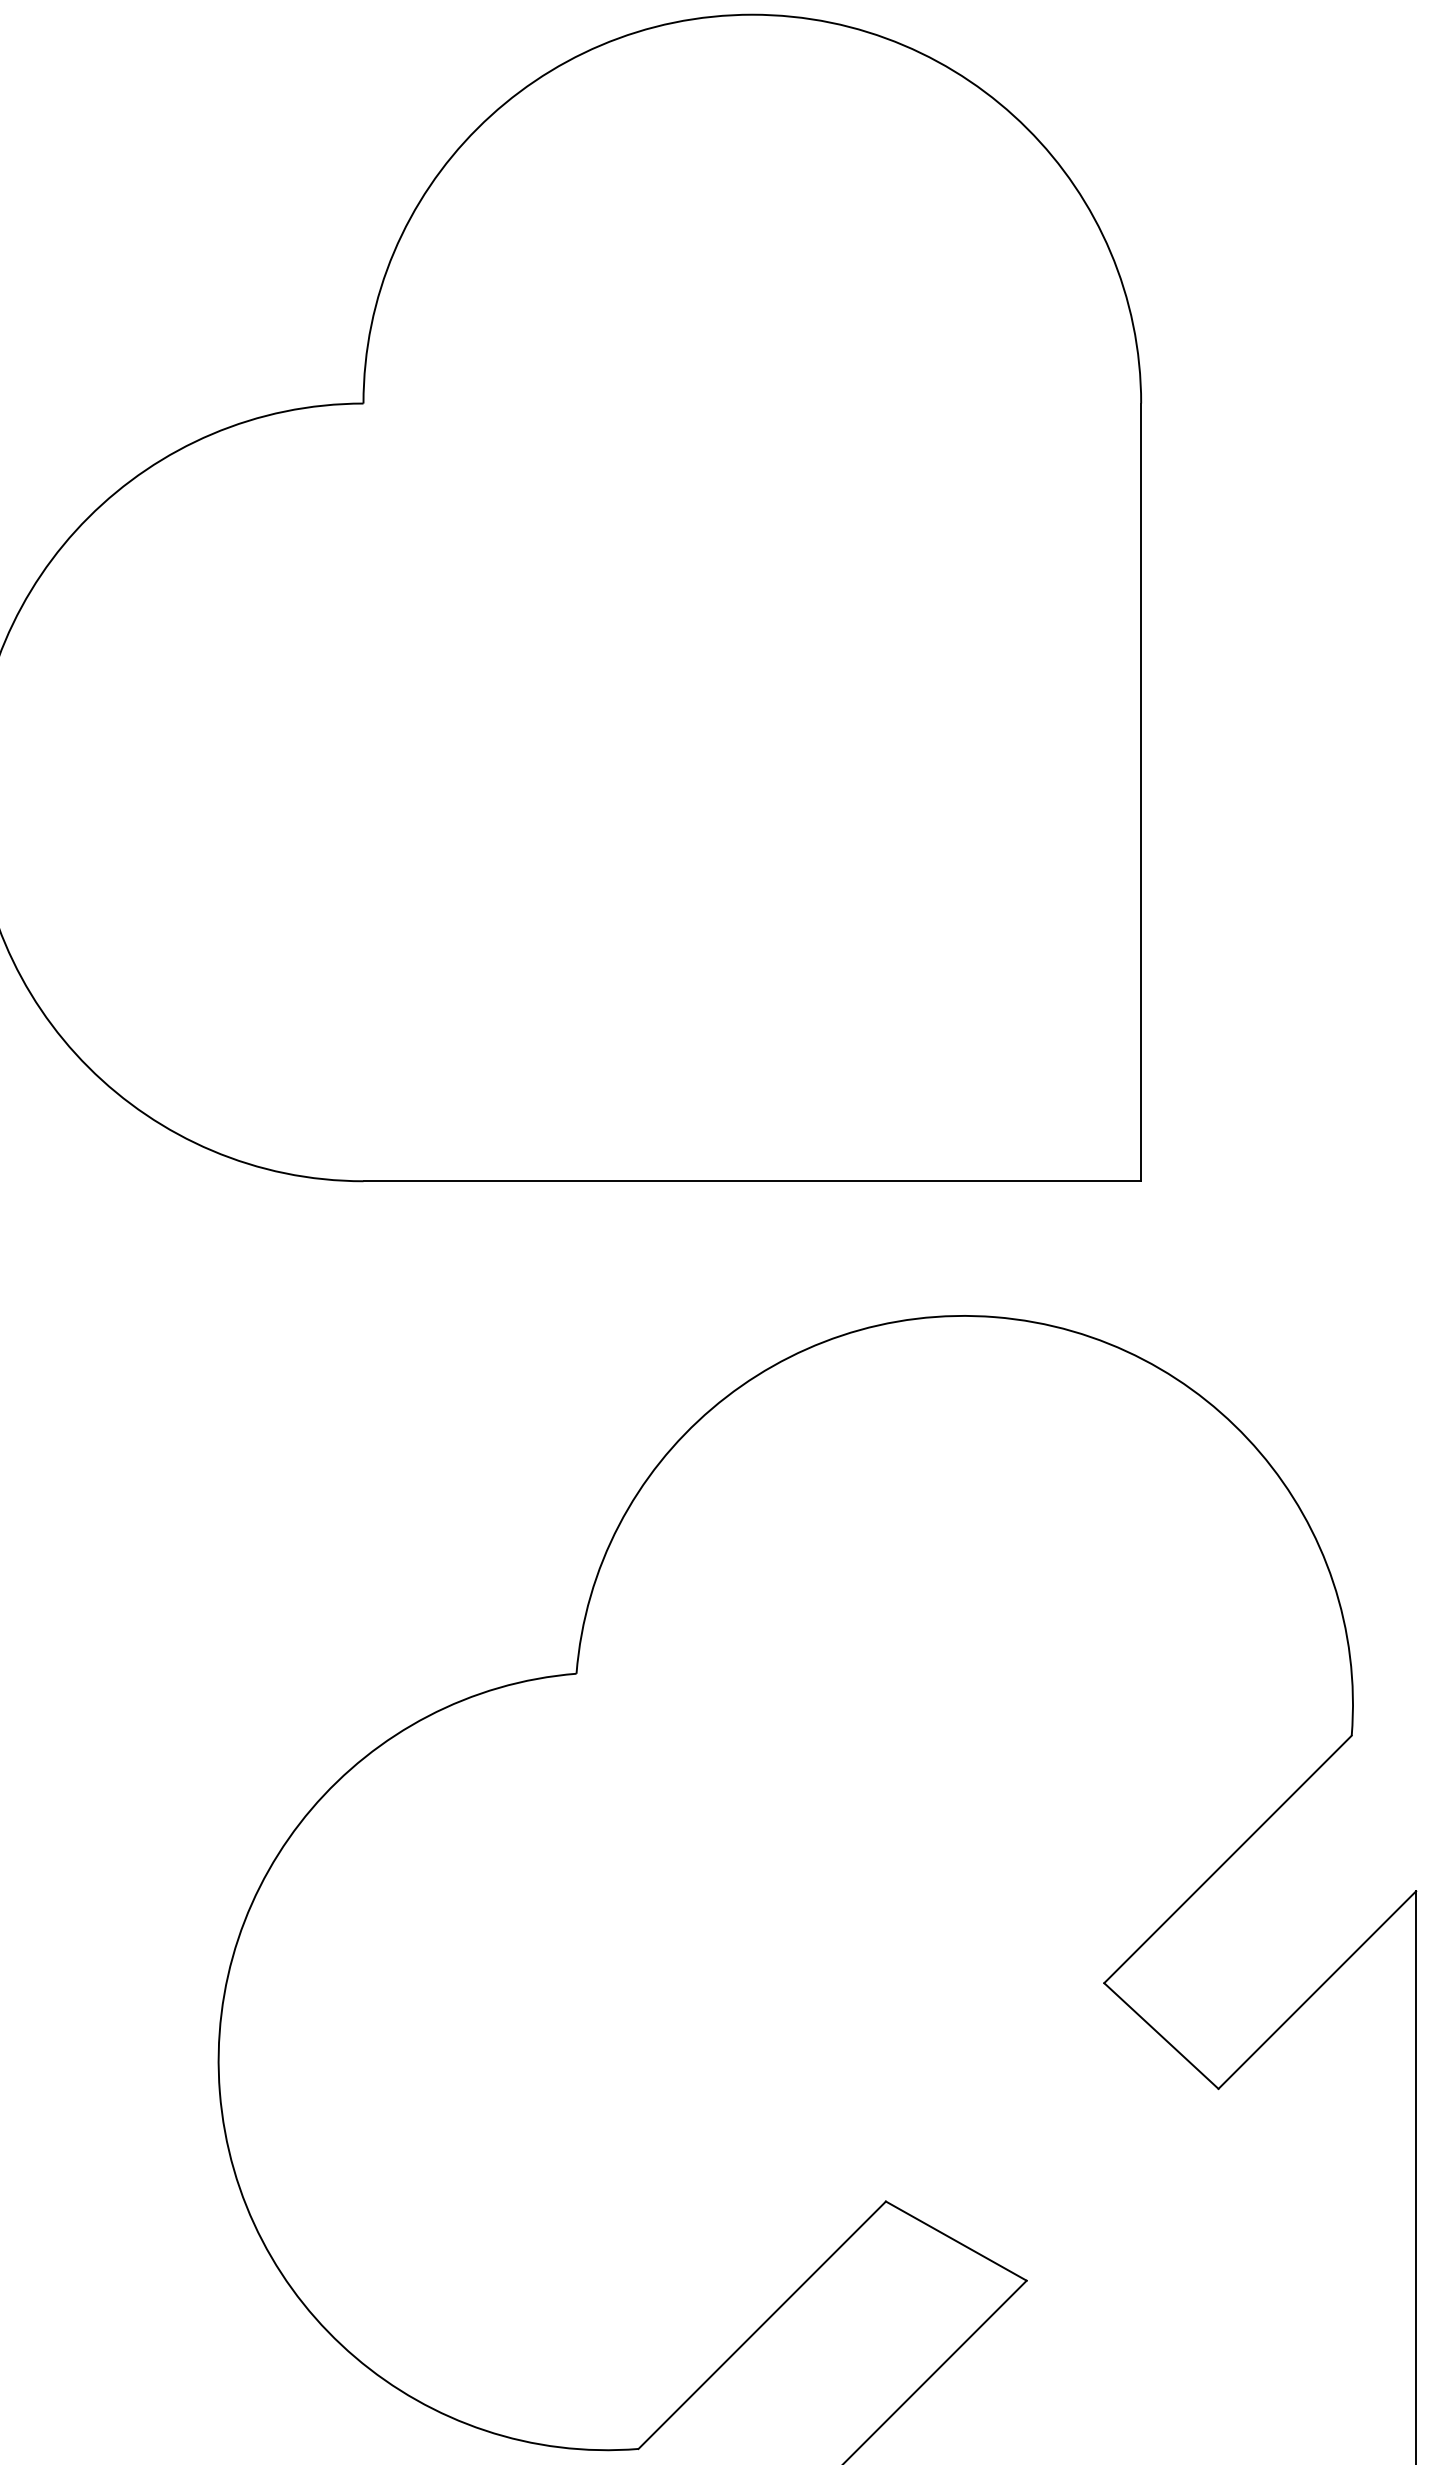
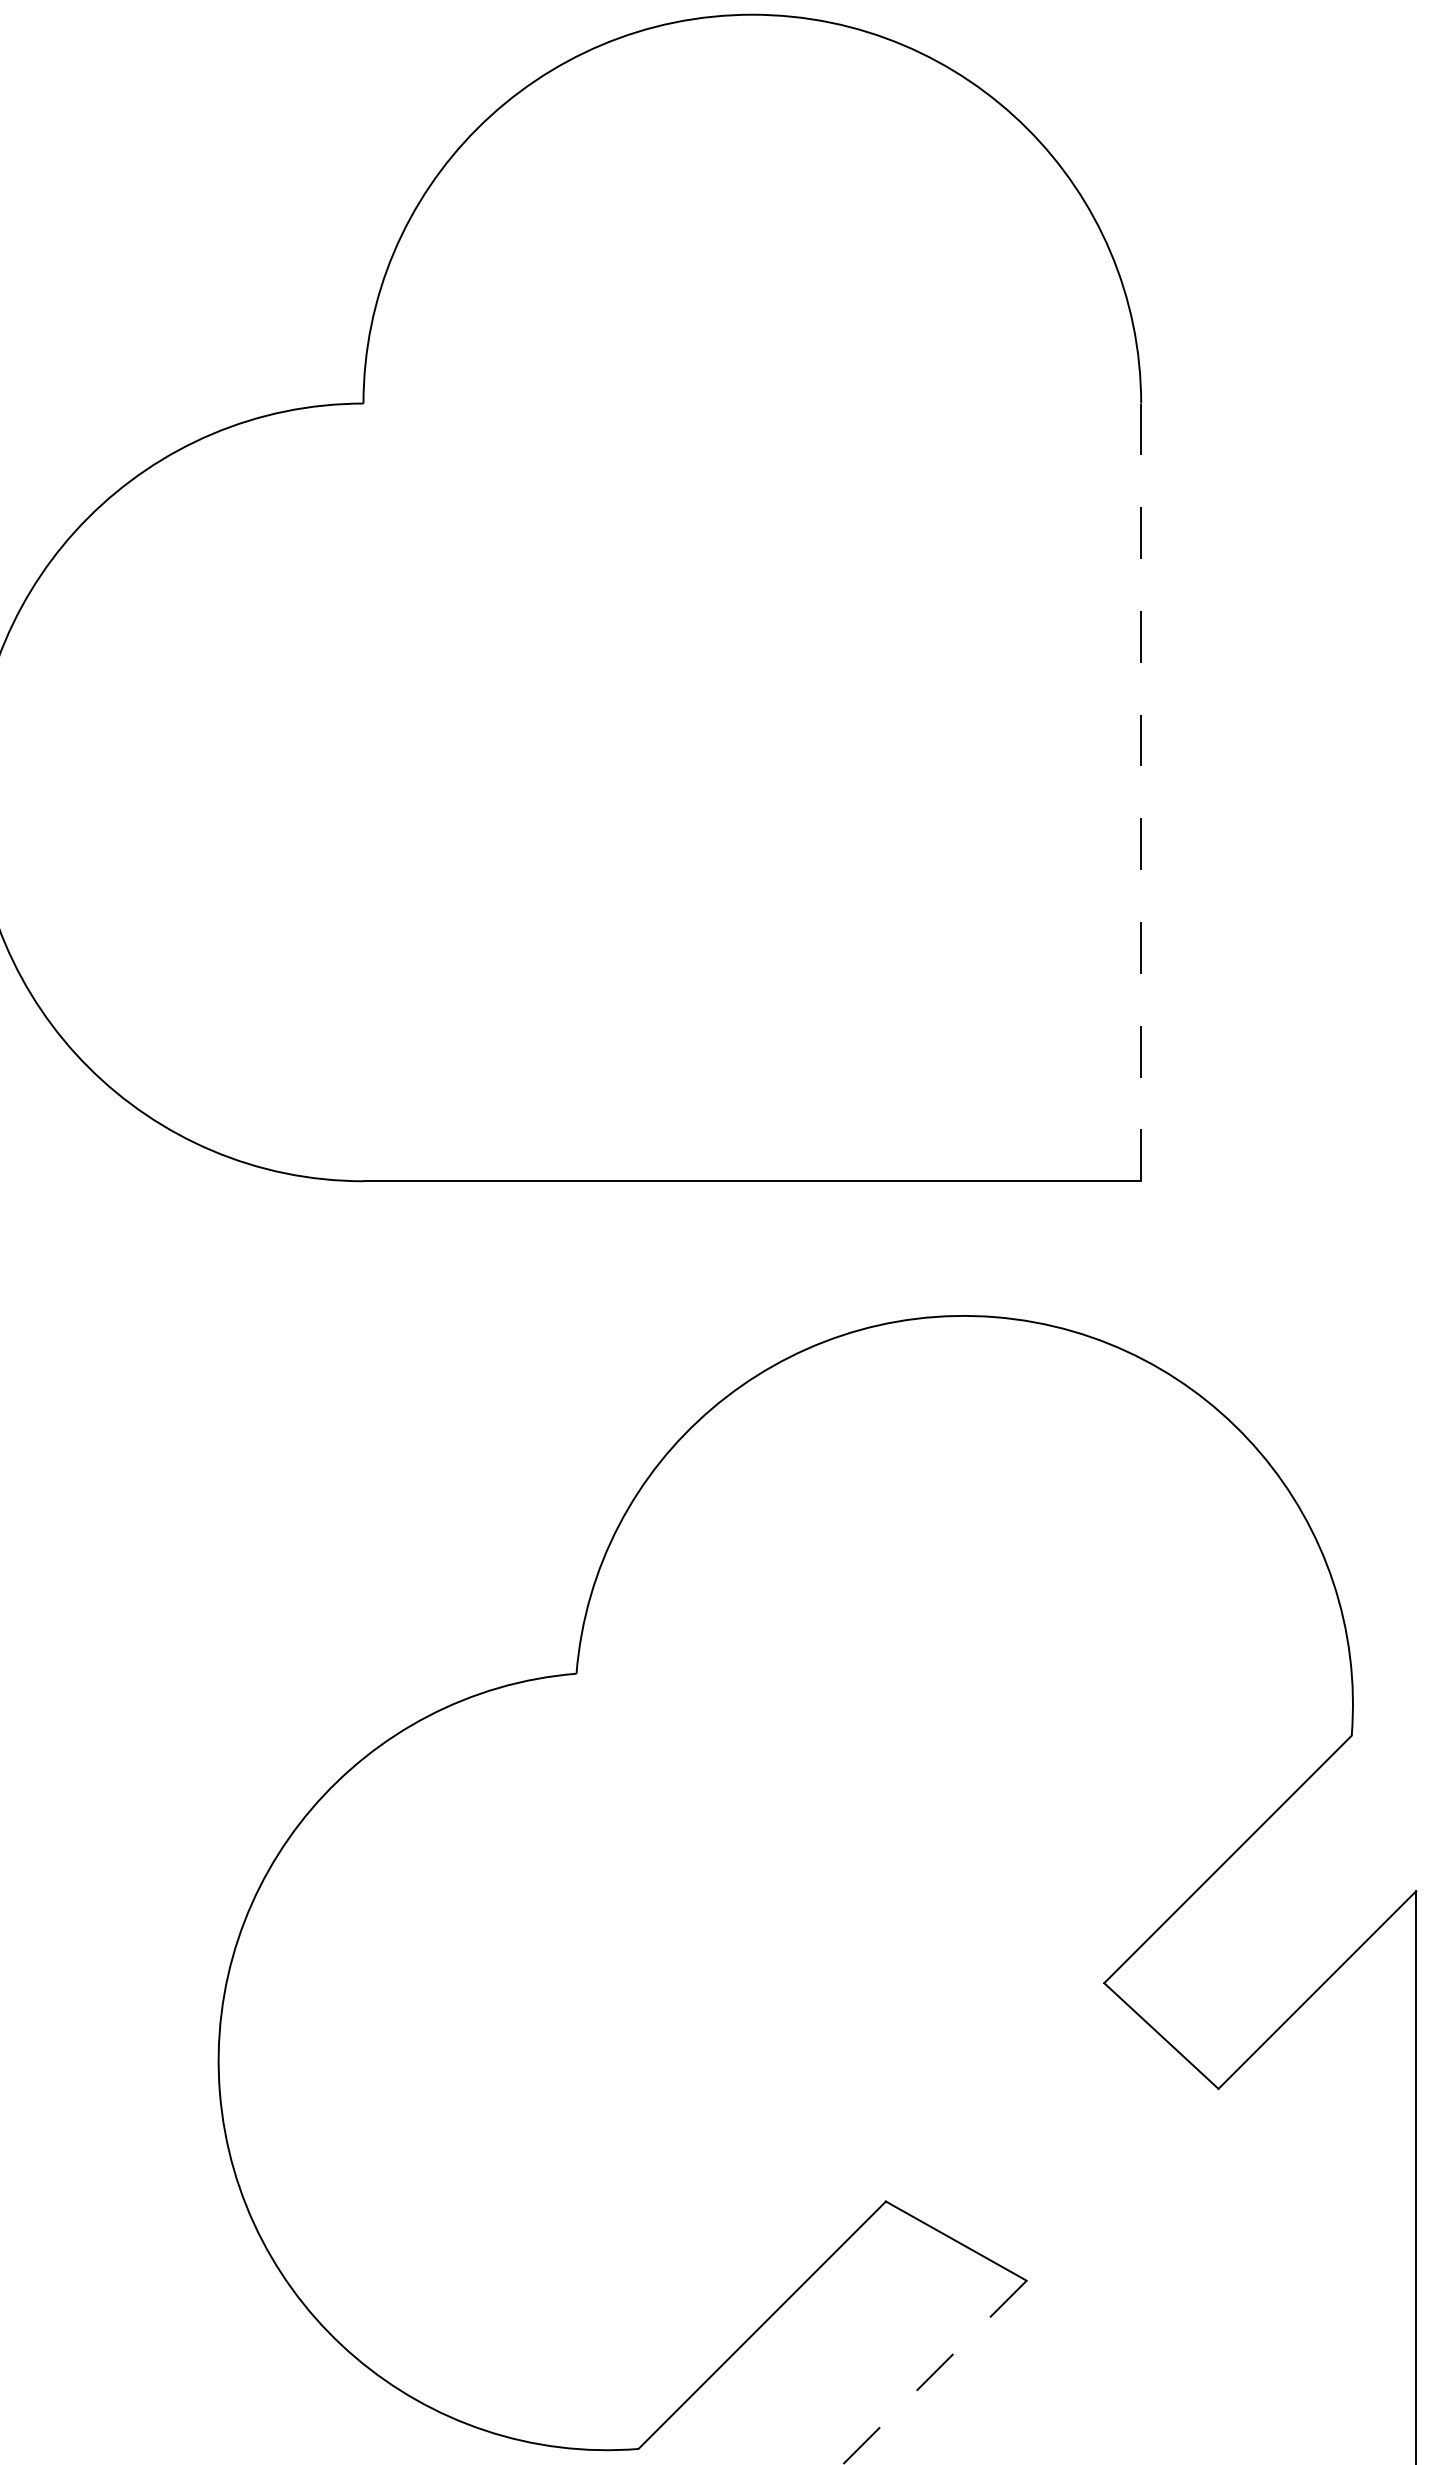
line at (1141, 792): solid -> dashed
line at (934, 2373): solid -> dashed
